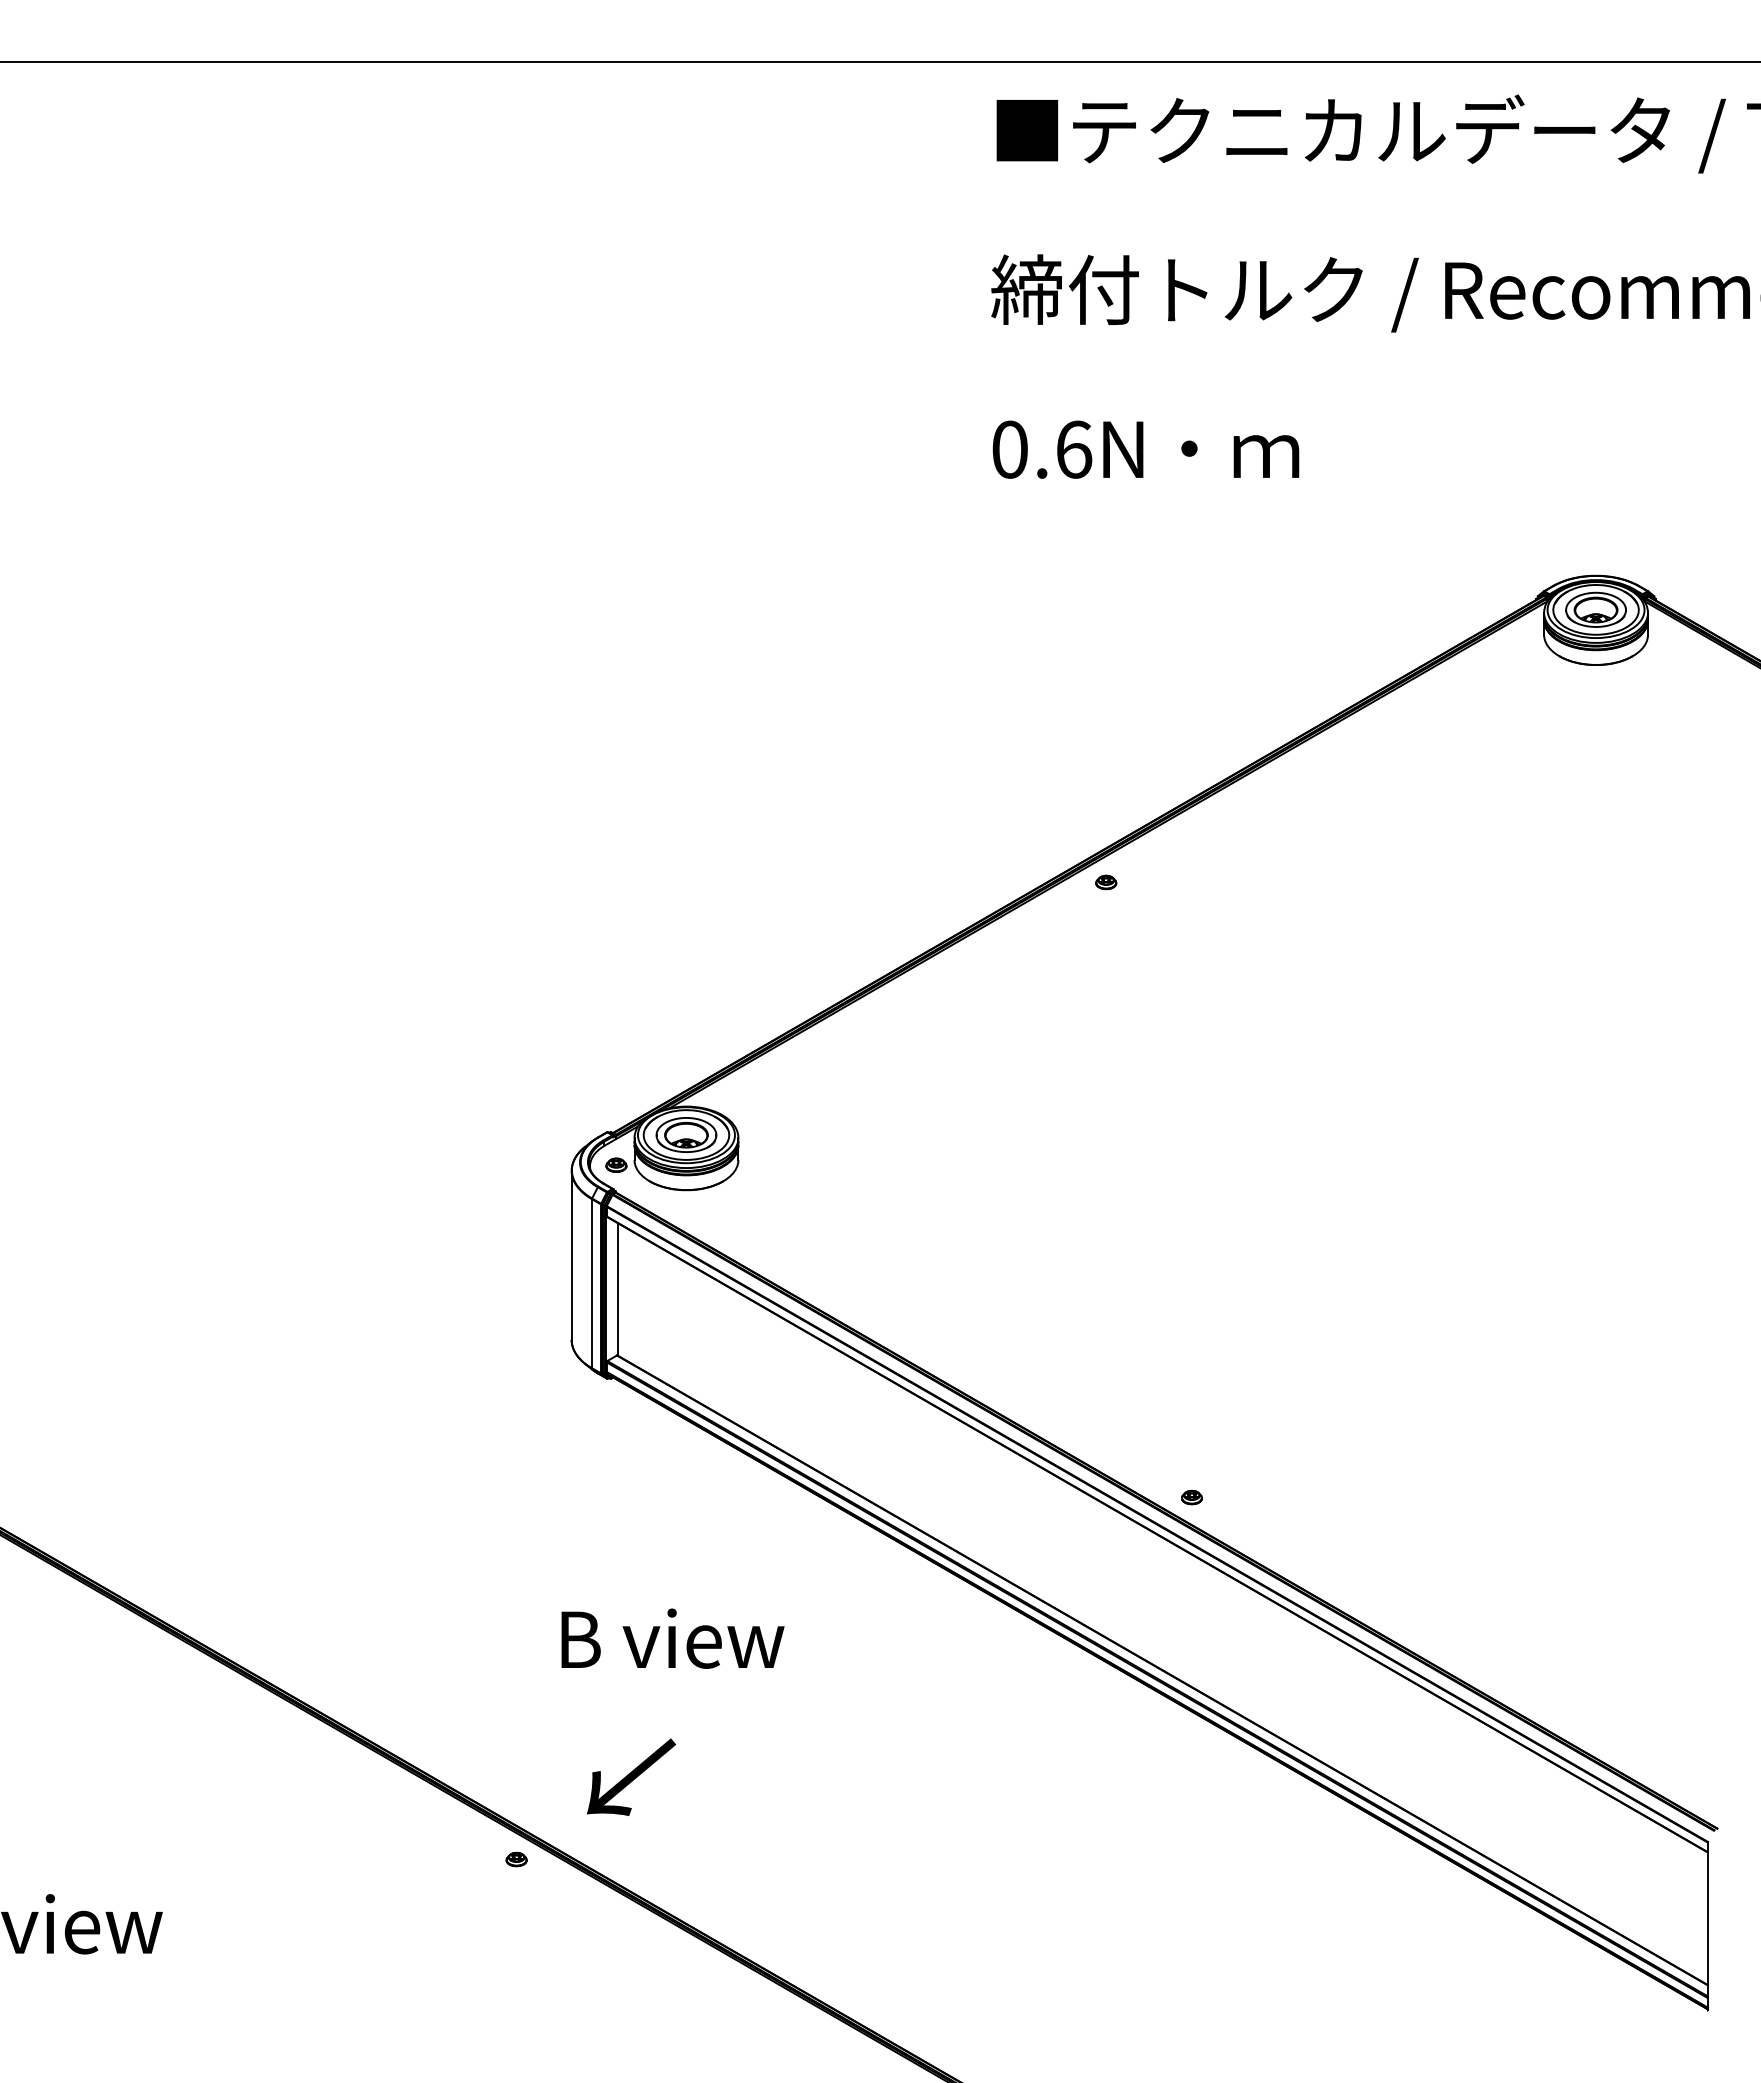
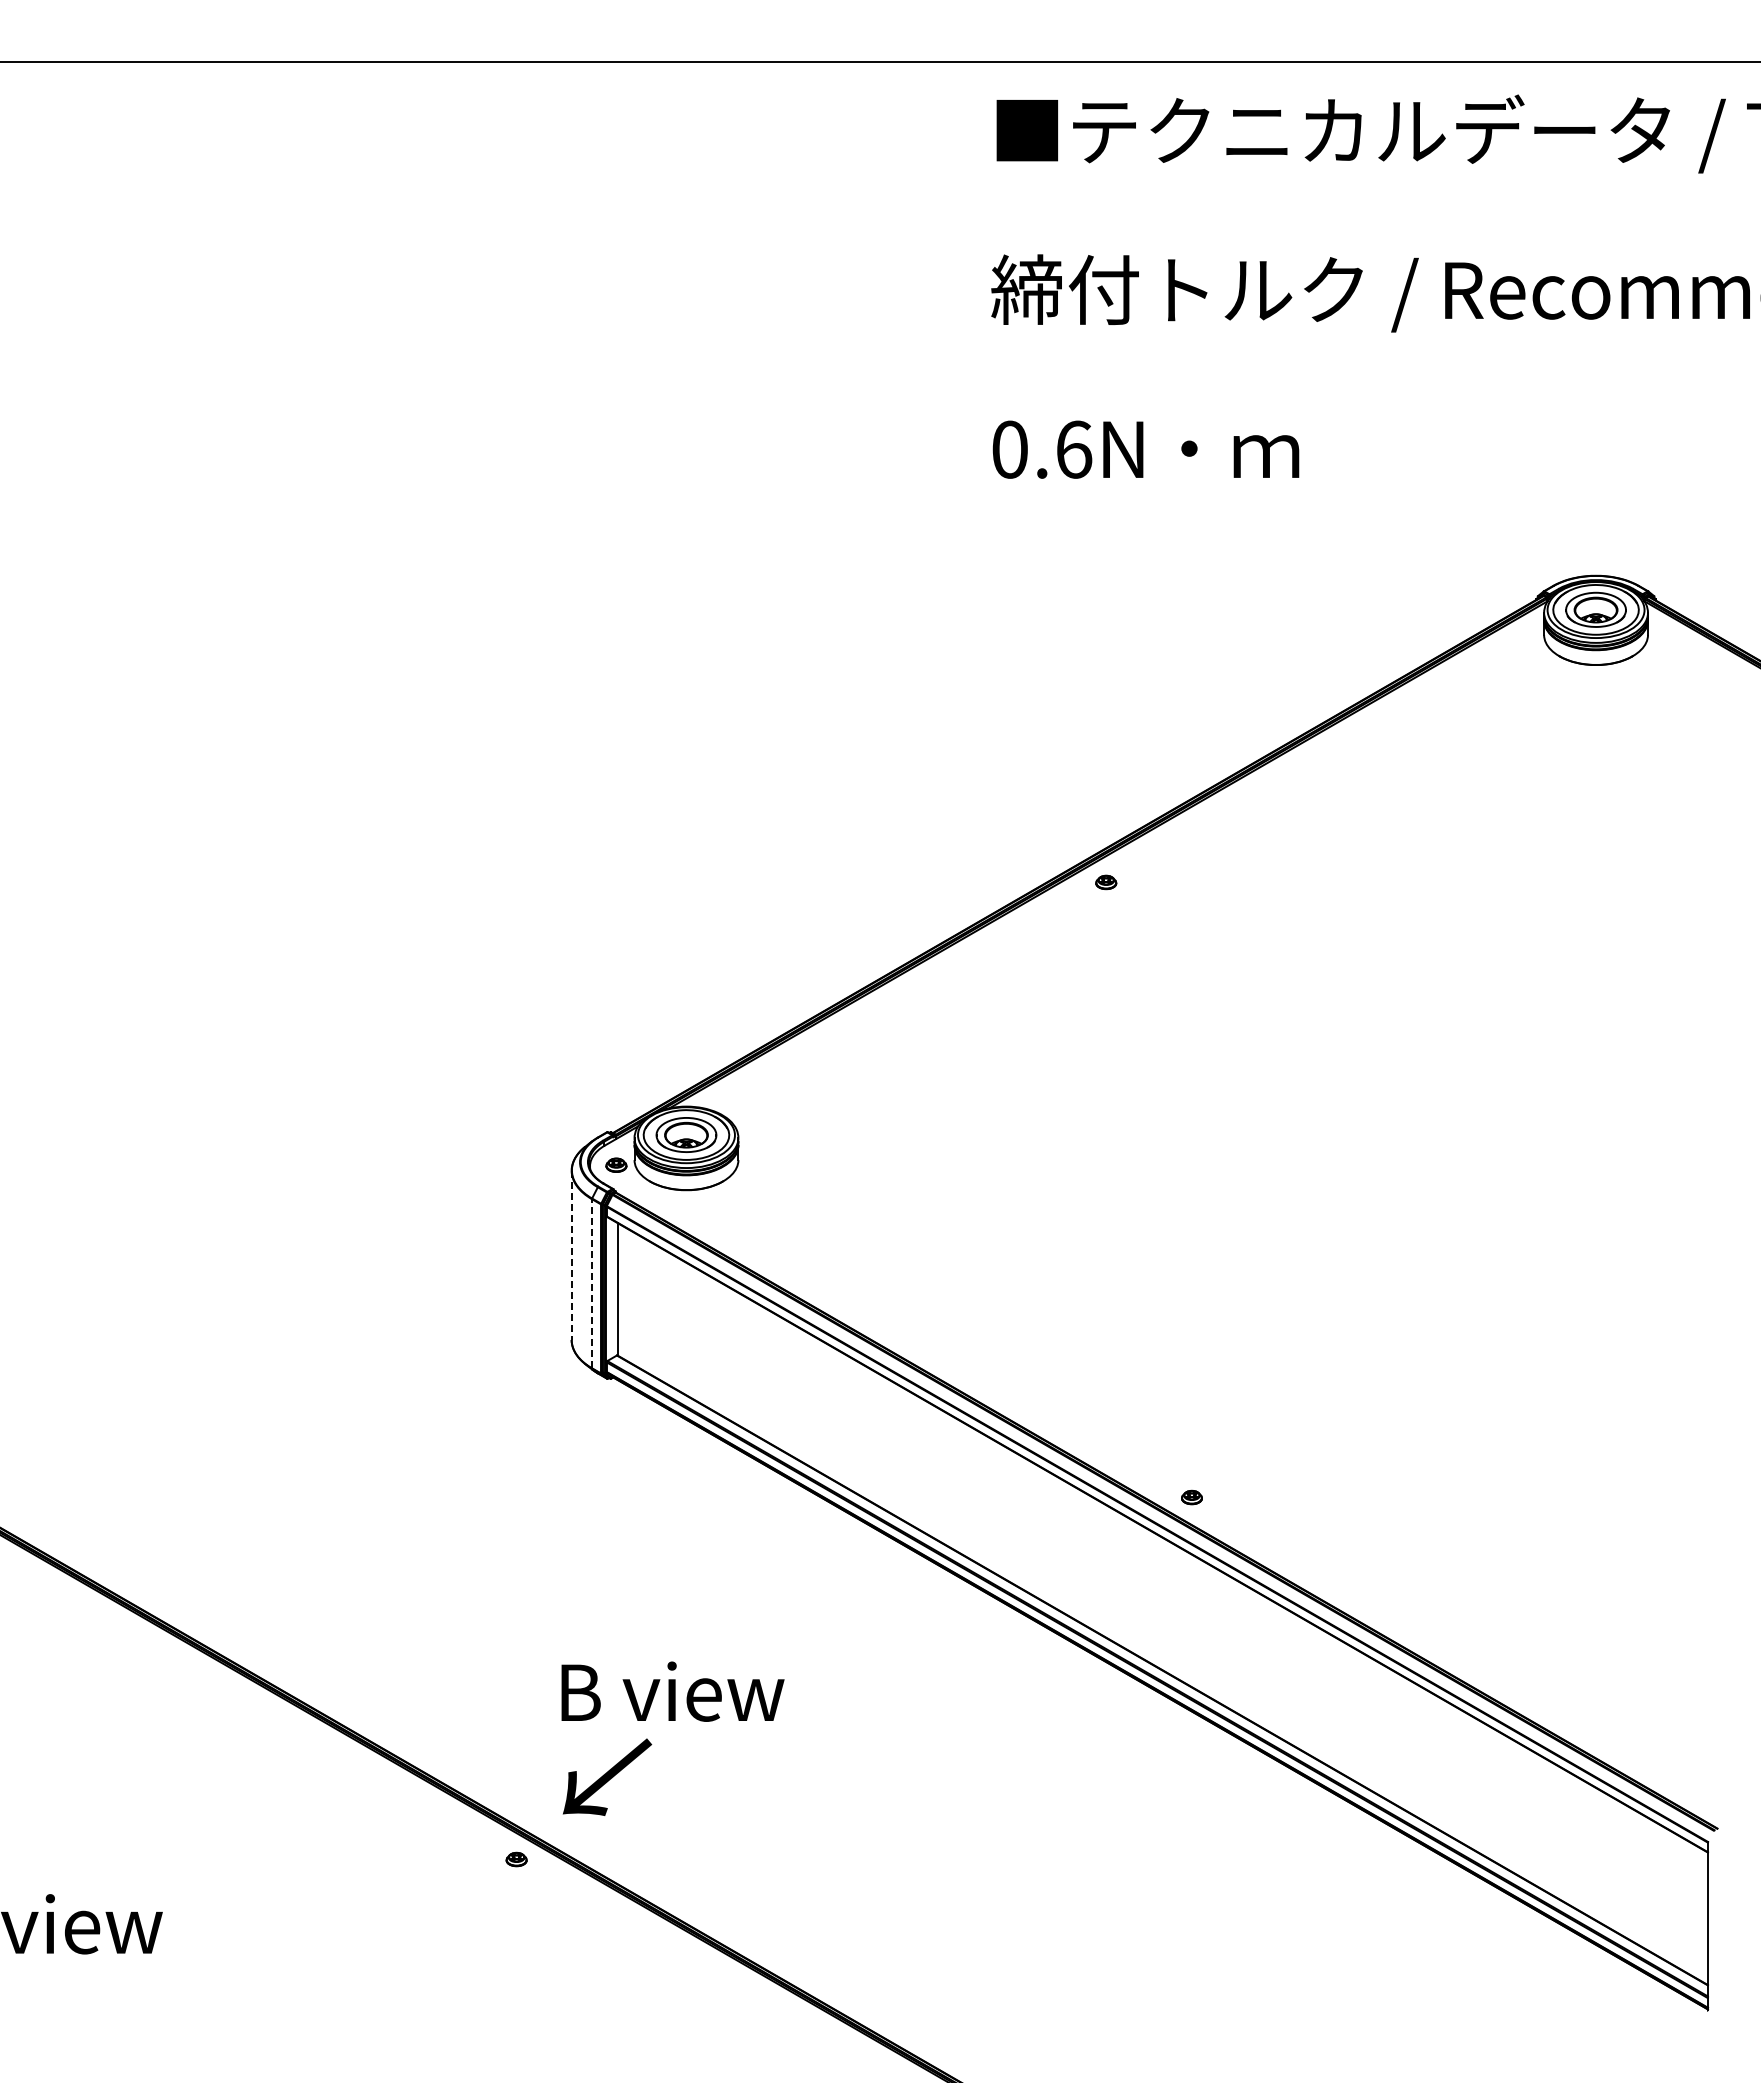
line at (571, 1255): solid -> dashed
line at (591, 1283): solid -> dashed
text at (672, 1638) position: (672, 1638) -> (672, 1691)
text at (631, 1776) position: (631, 1776) -> (607, 1776)
